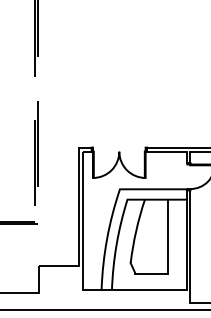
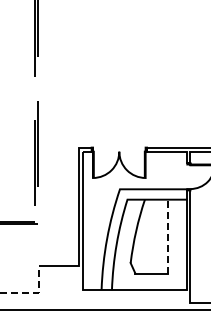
line at (168, 236): solid -> dashed
line at (33, 292): solid -> dashed
